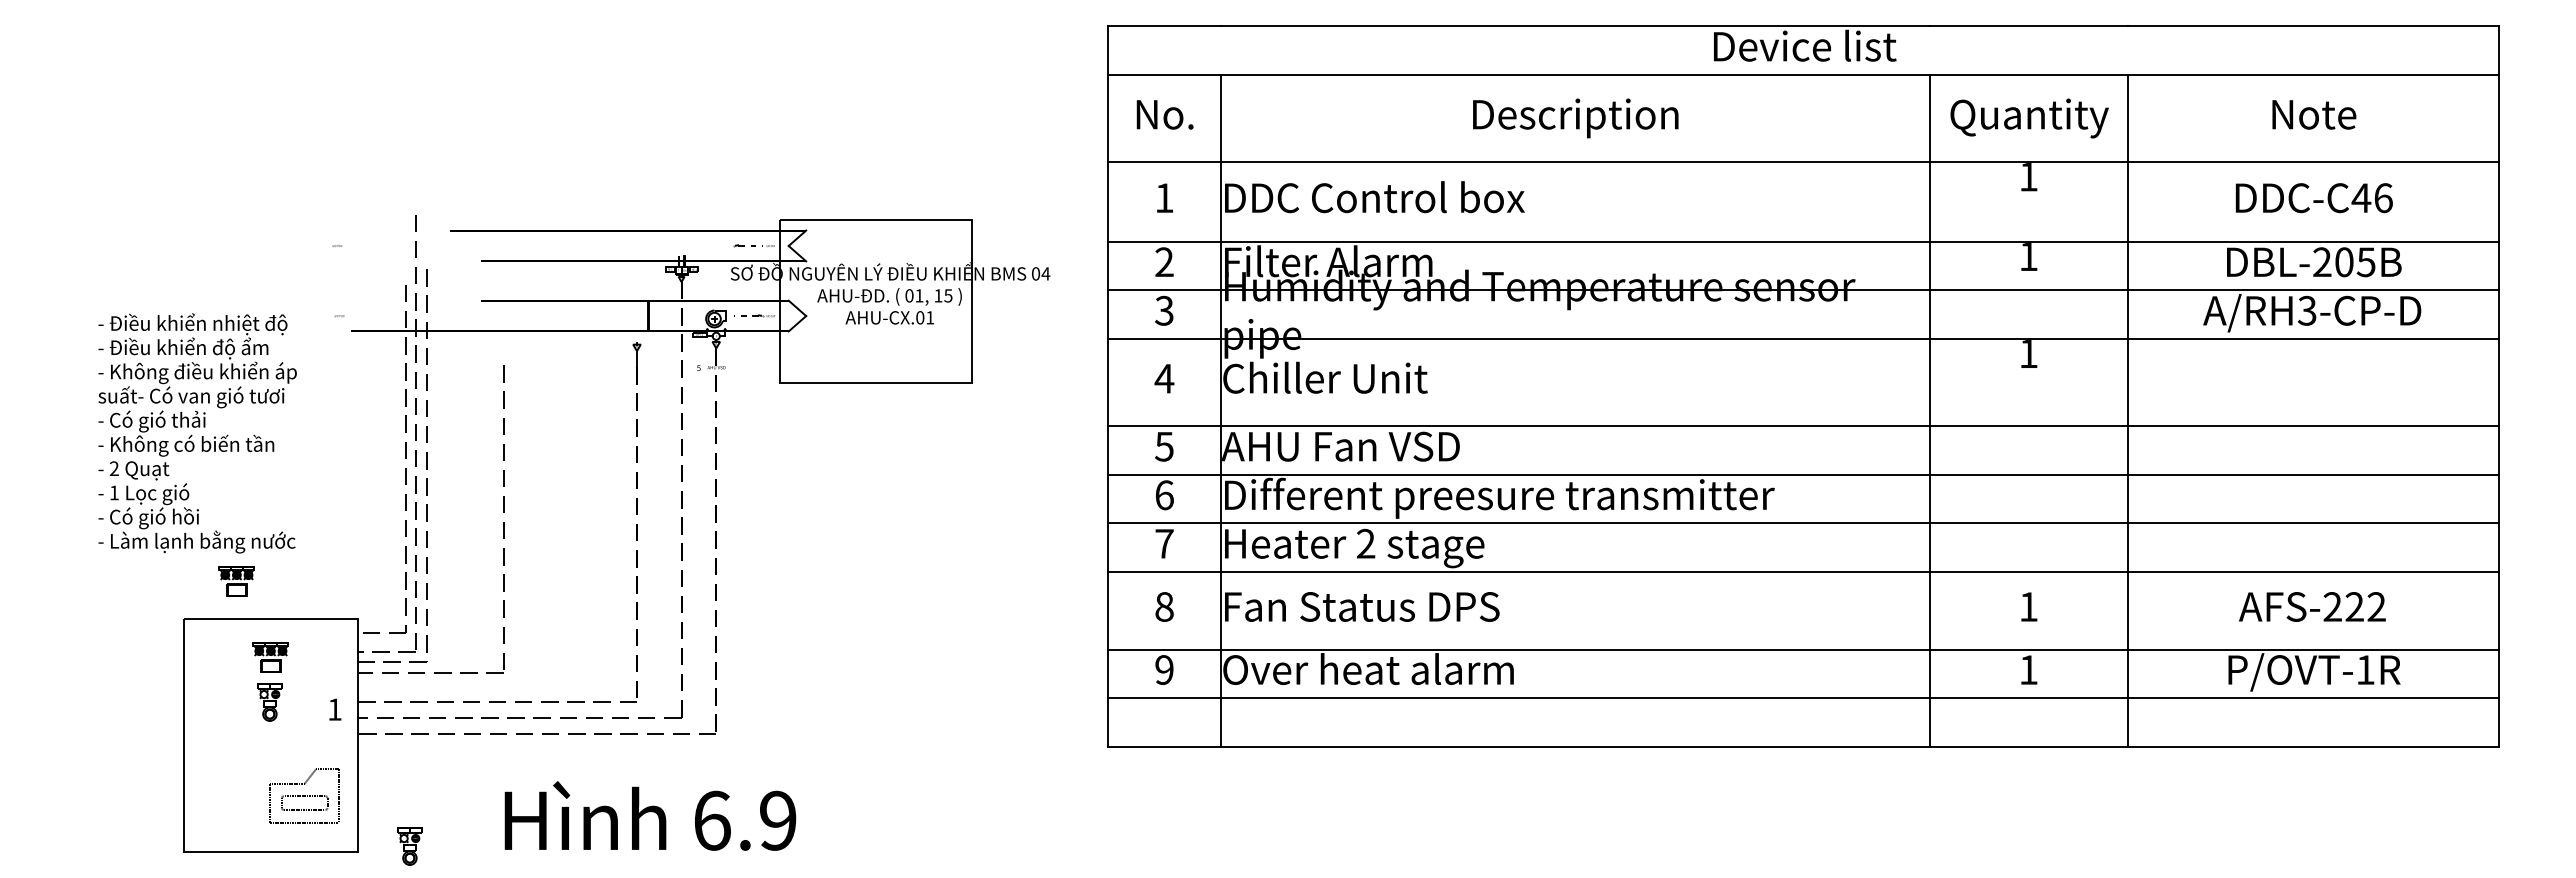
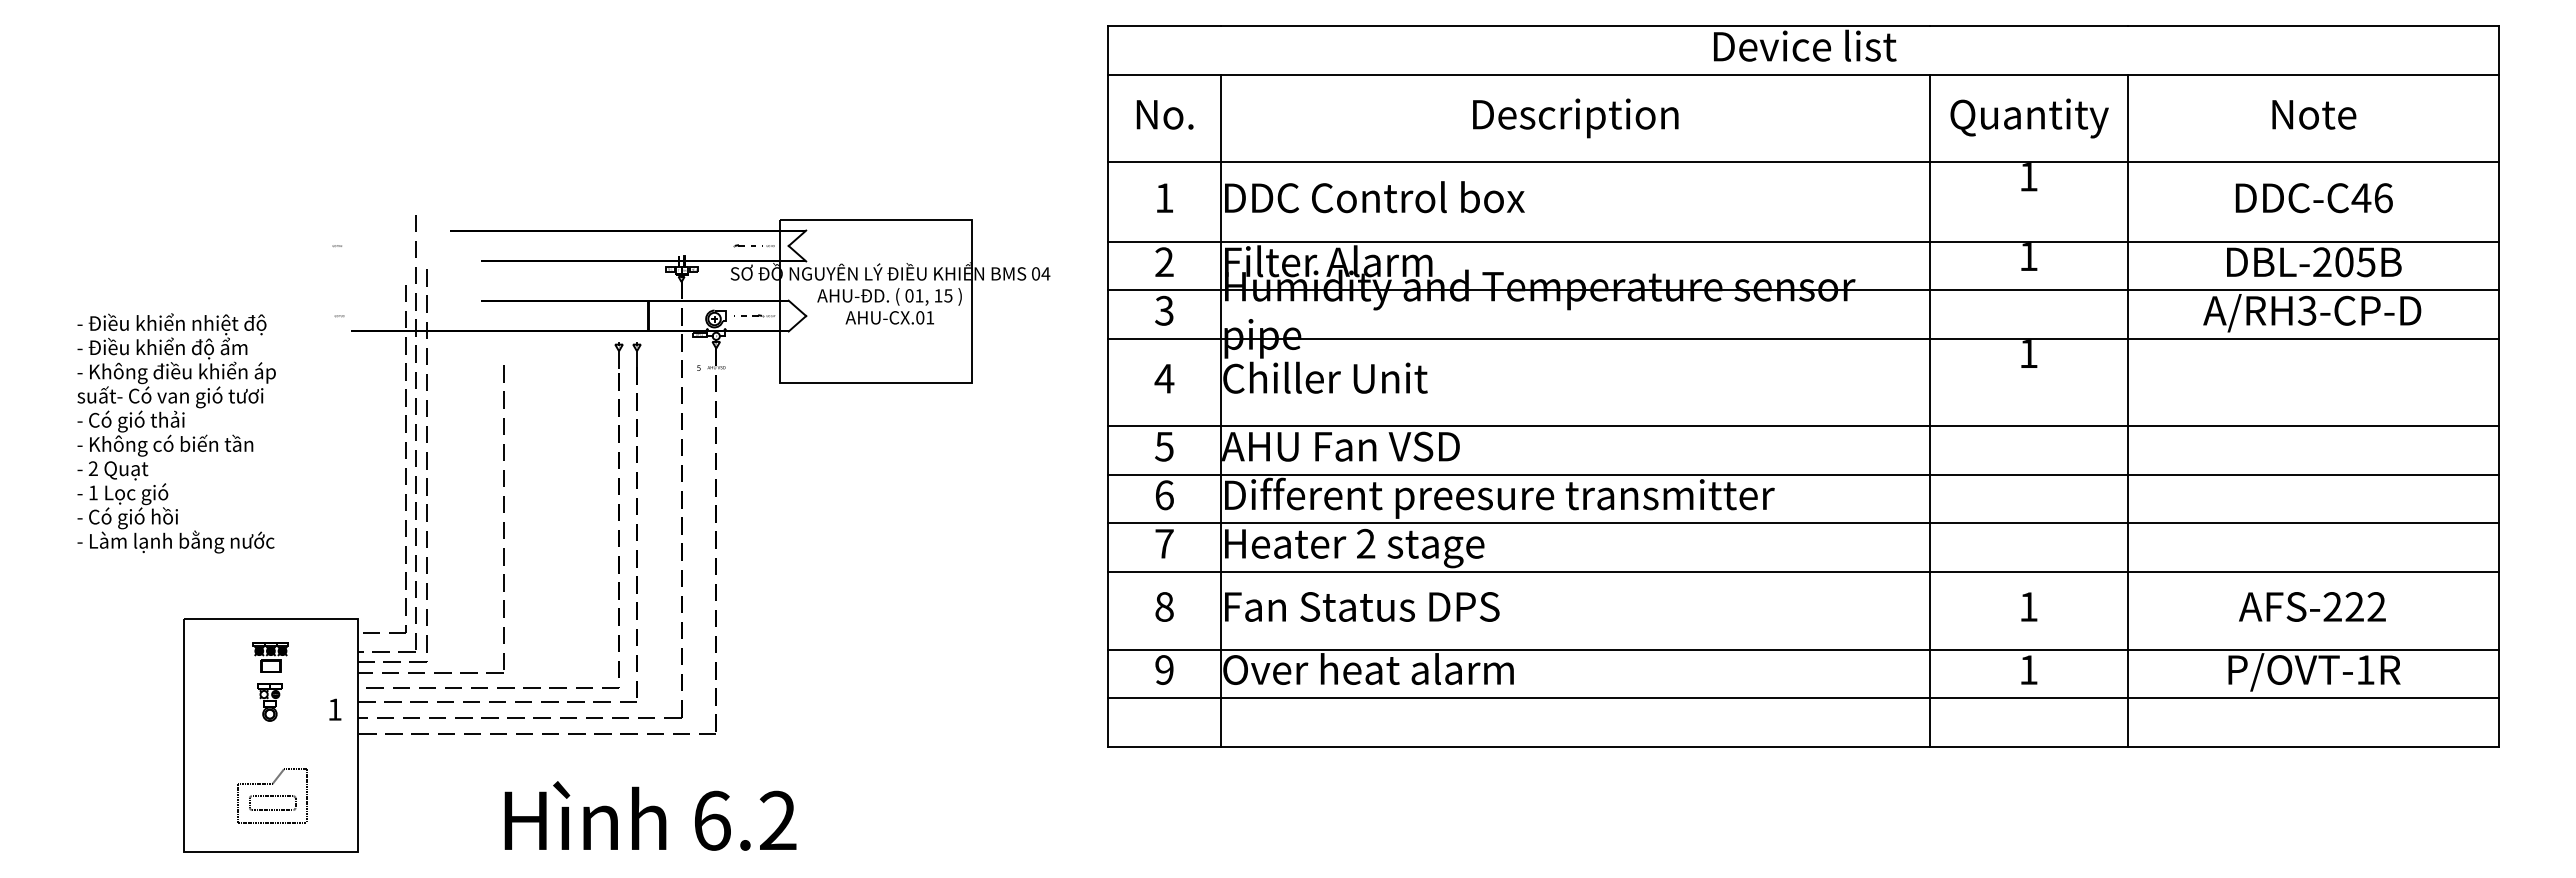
text at (197, 433) position: (197, 433) -> (176, 433)
part at (618, 515): none -> present
part at (236, 581): present -> none
part at (304, 795) position: (304, 795) -> (272, 795)
text at (777, 820): 6.9 -> 6.2
part at (409, 846): present -> none
